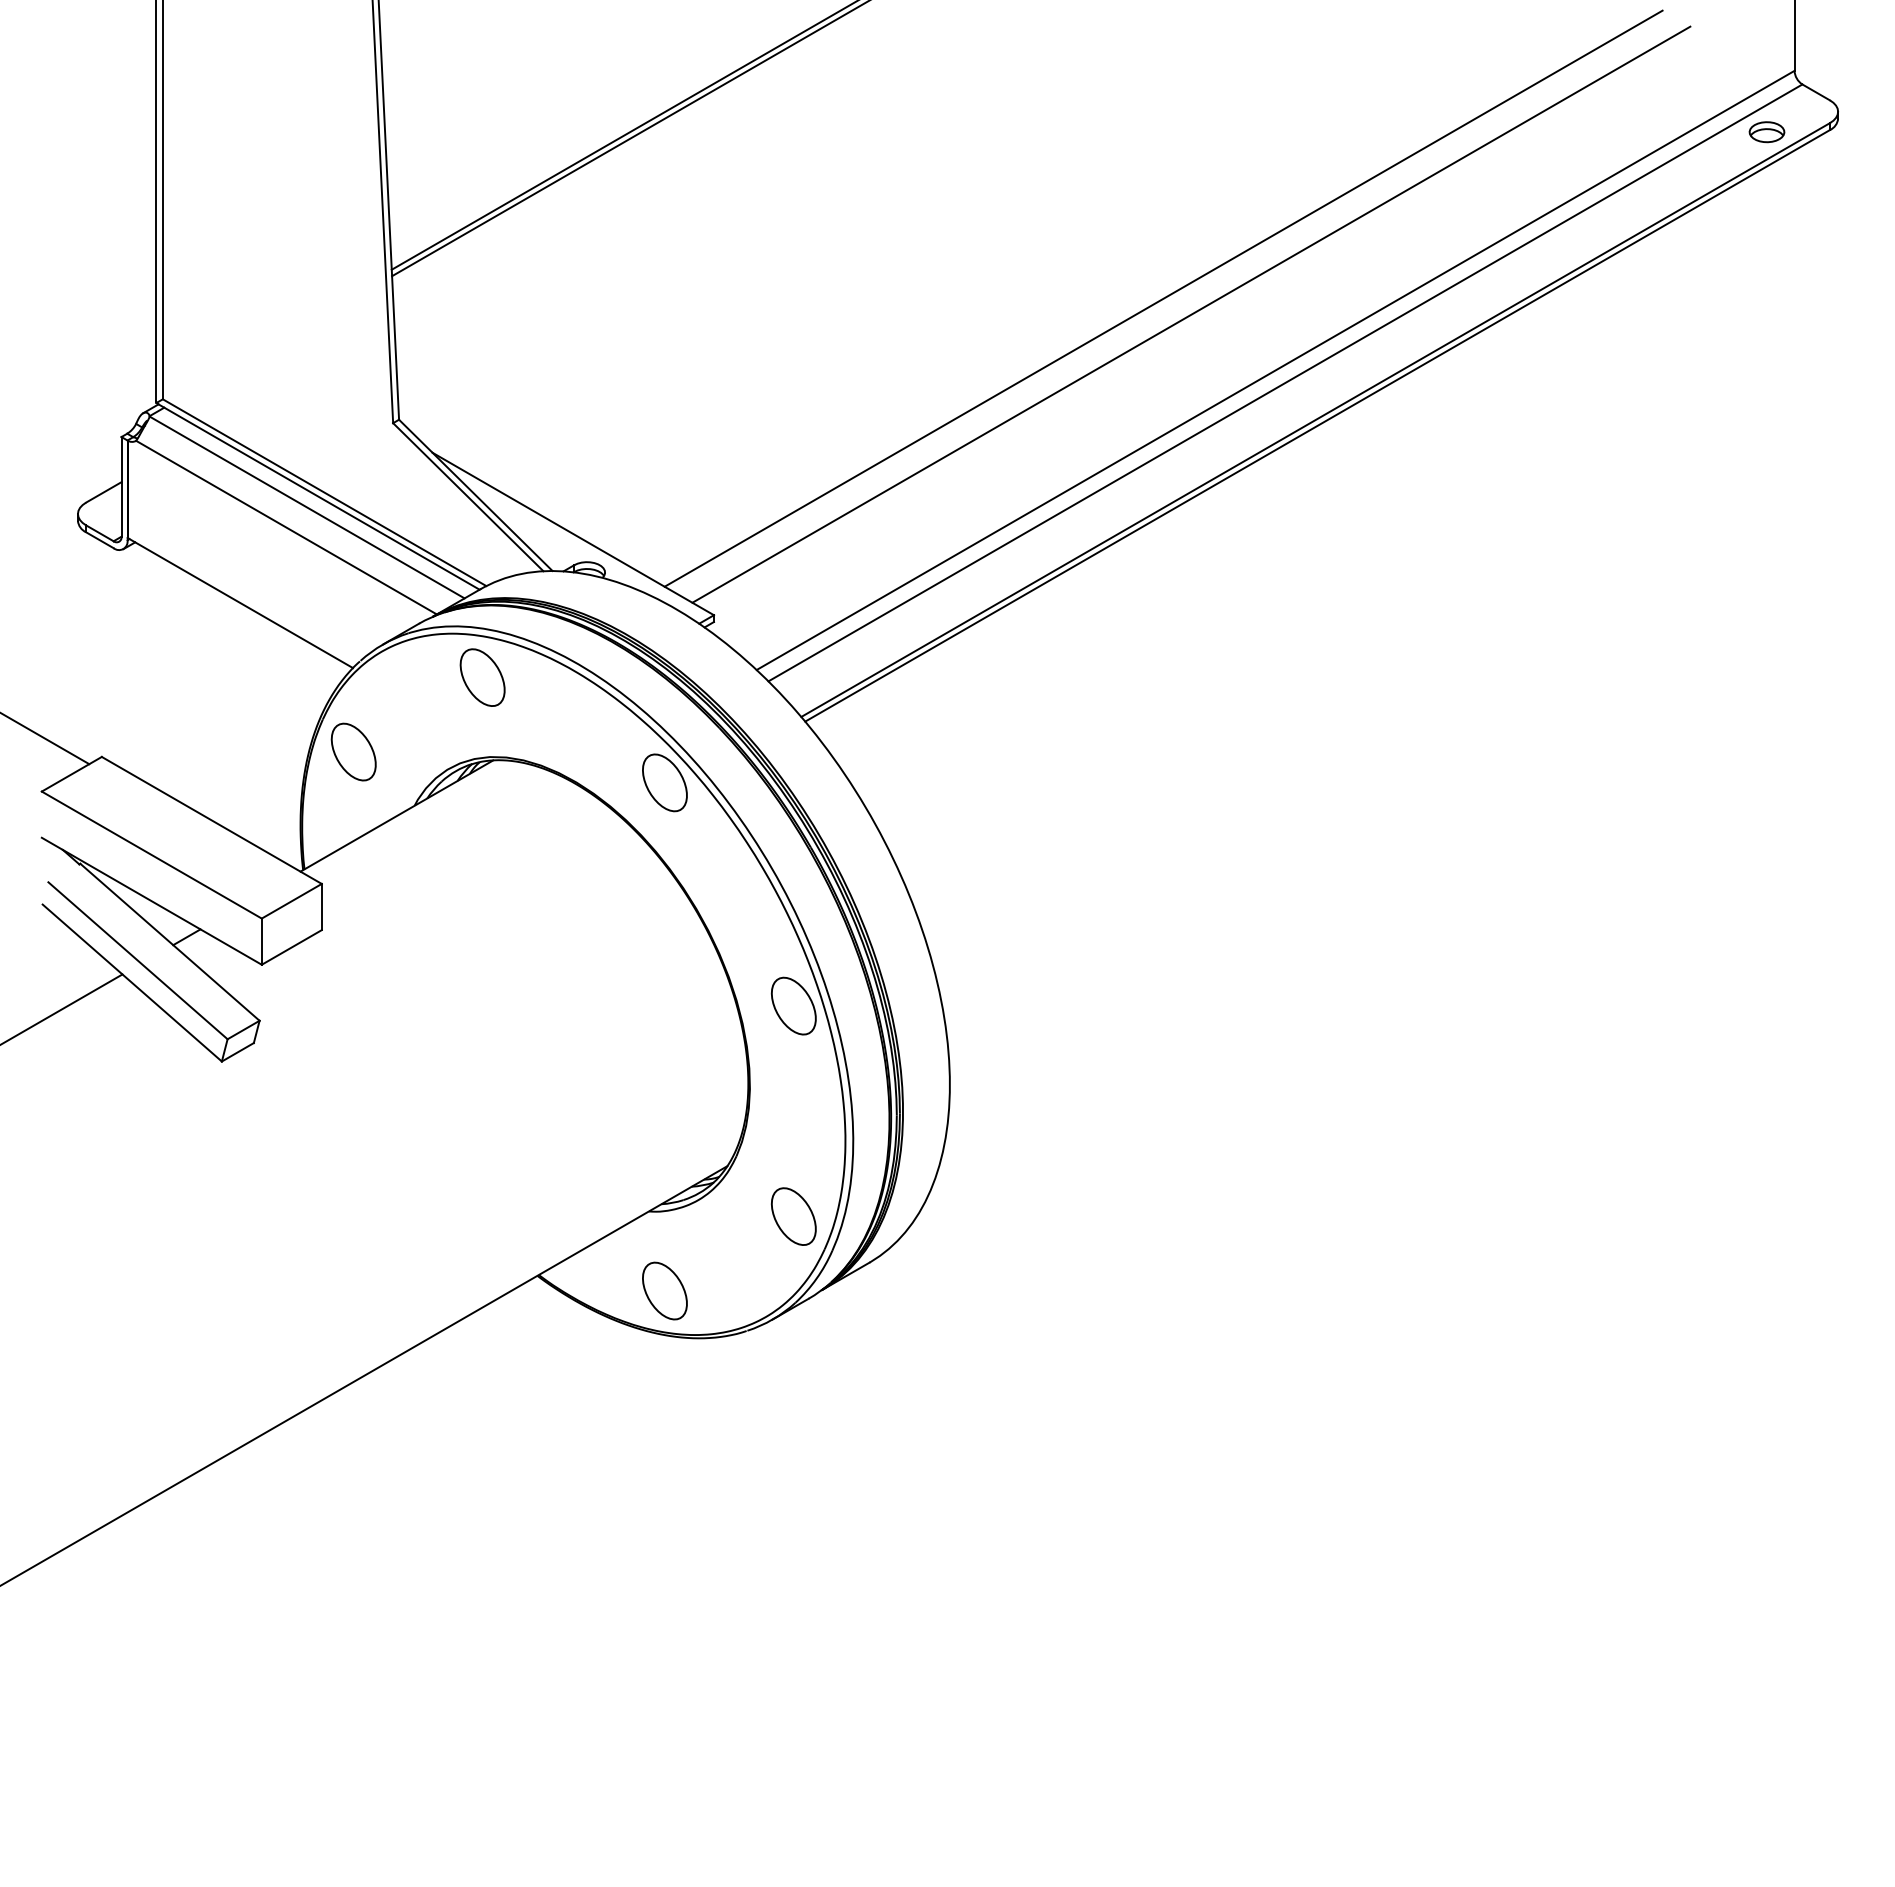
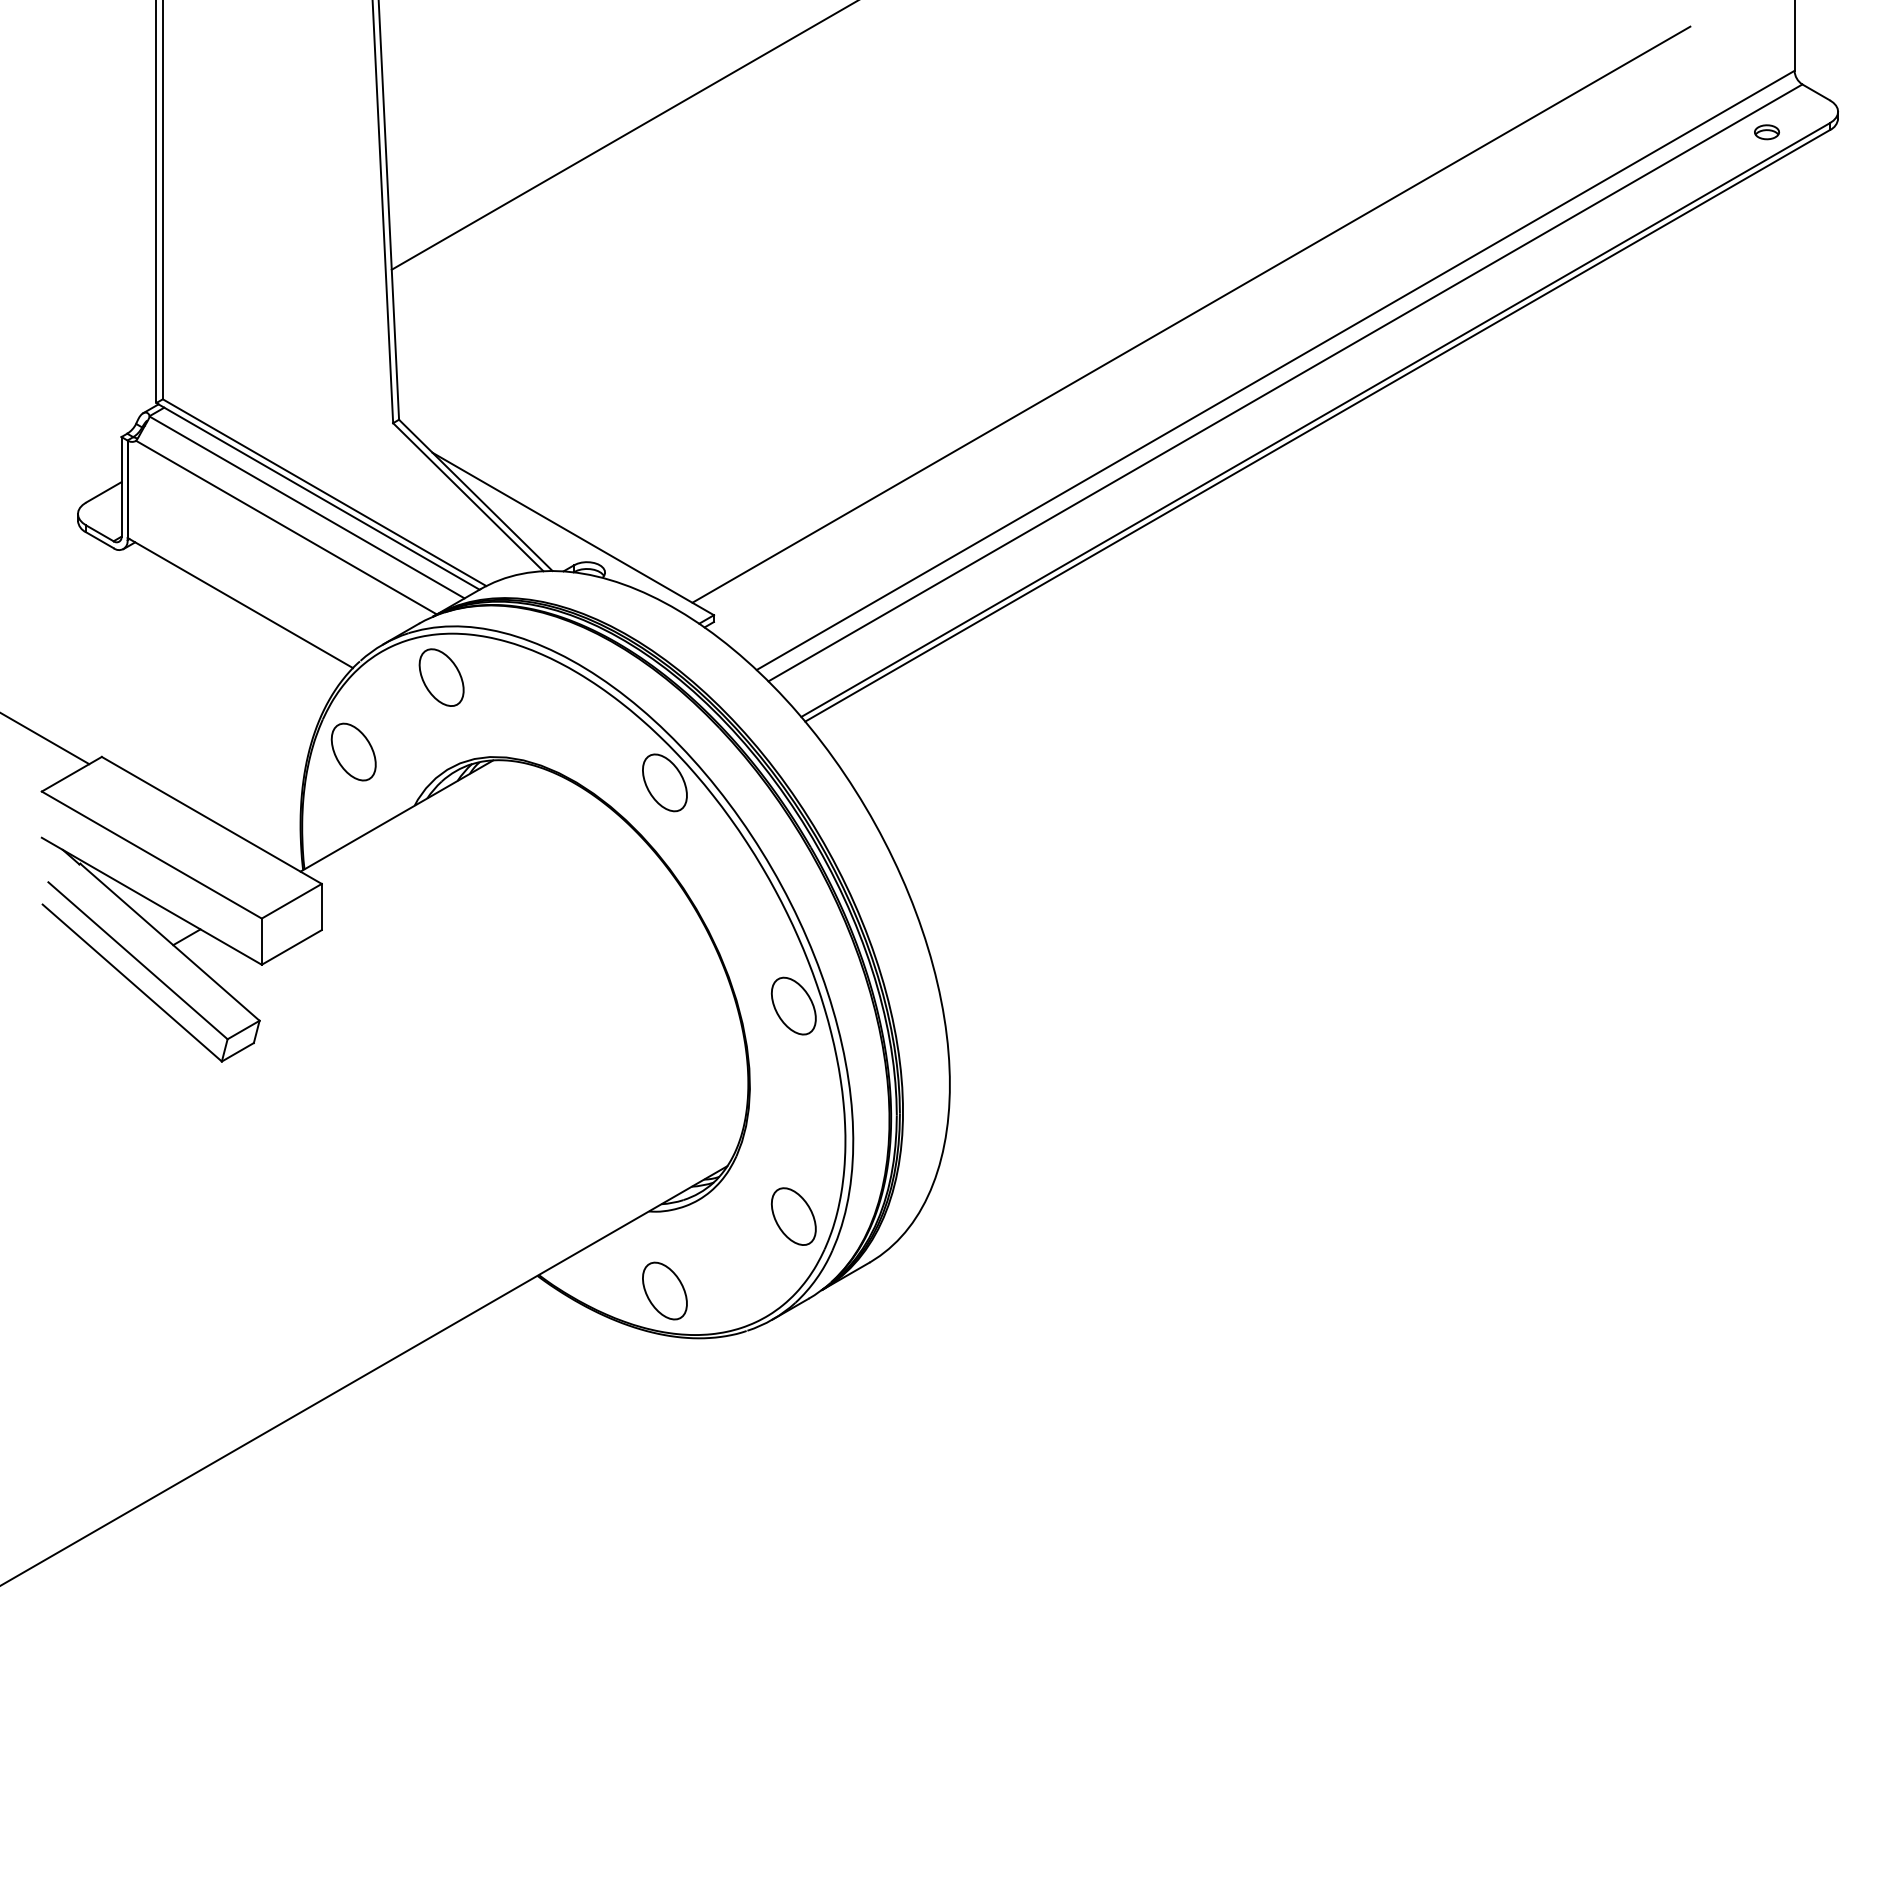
part at (1766, 132) size: 38x23 px -> 26x17 px
line at (629, 139): present -> none
line at (1163, 298): present -> none
part at (482, 677) position: (482, 677) -> (441, 677)
line at (62, 1008): present -> none
